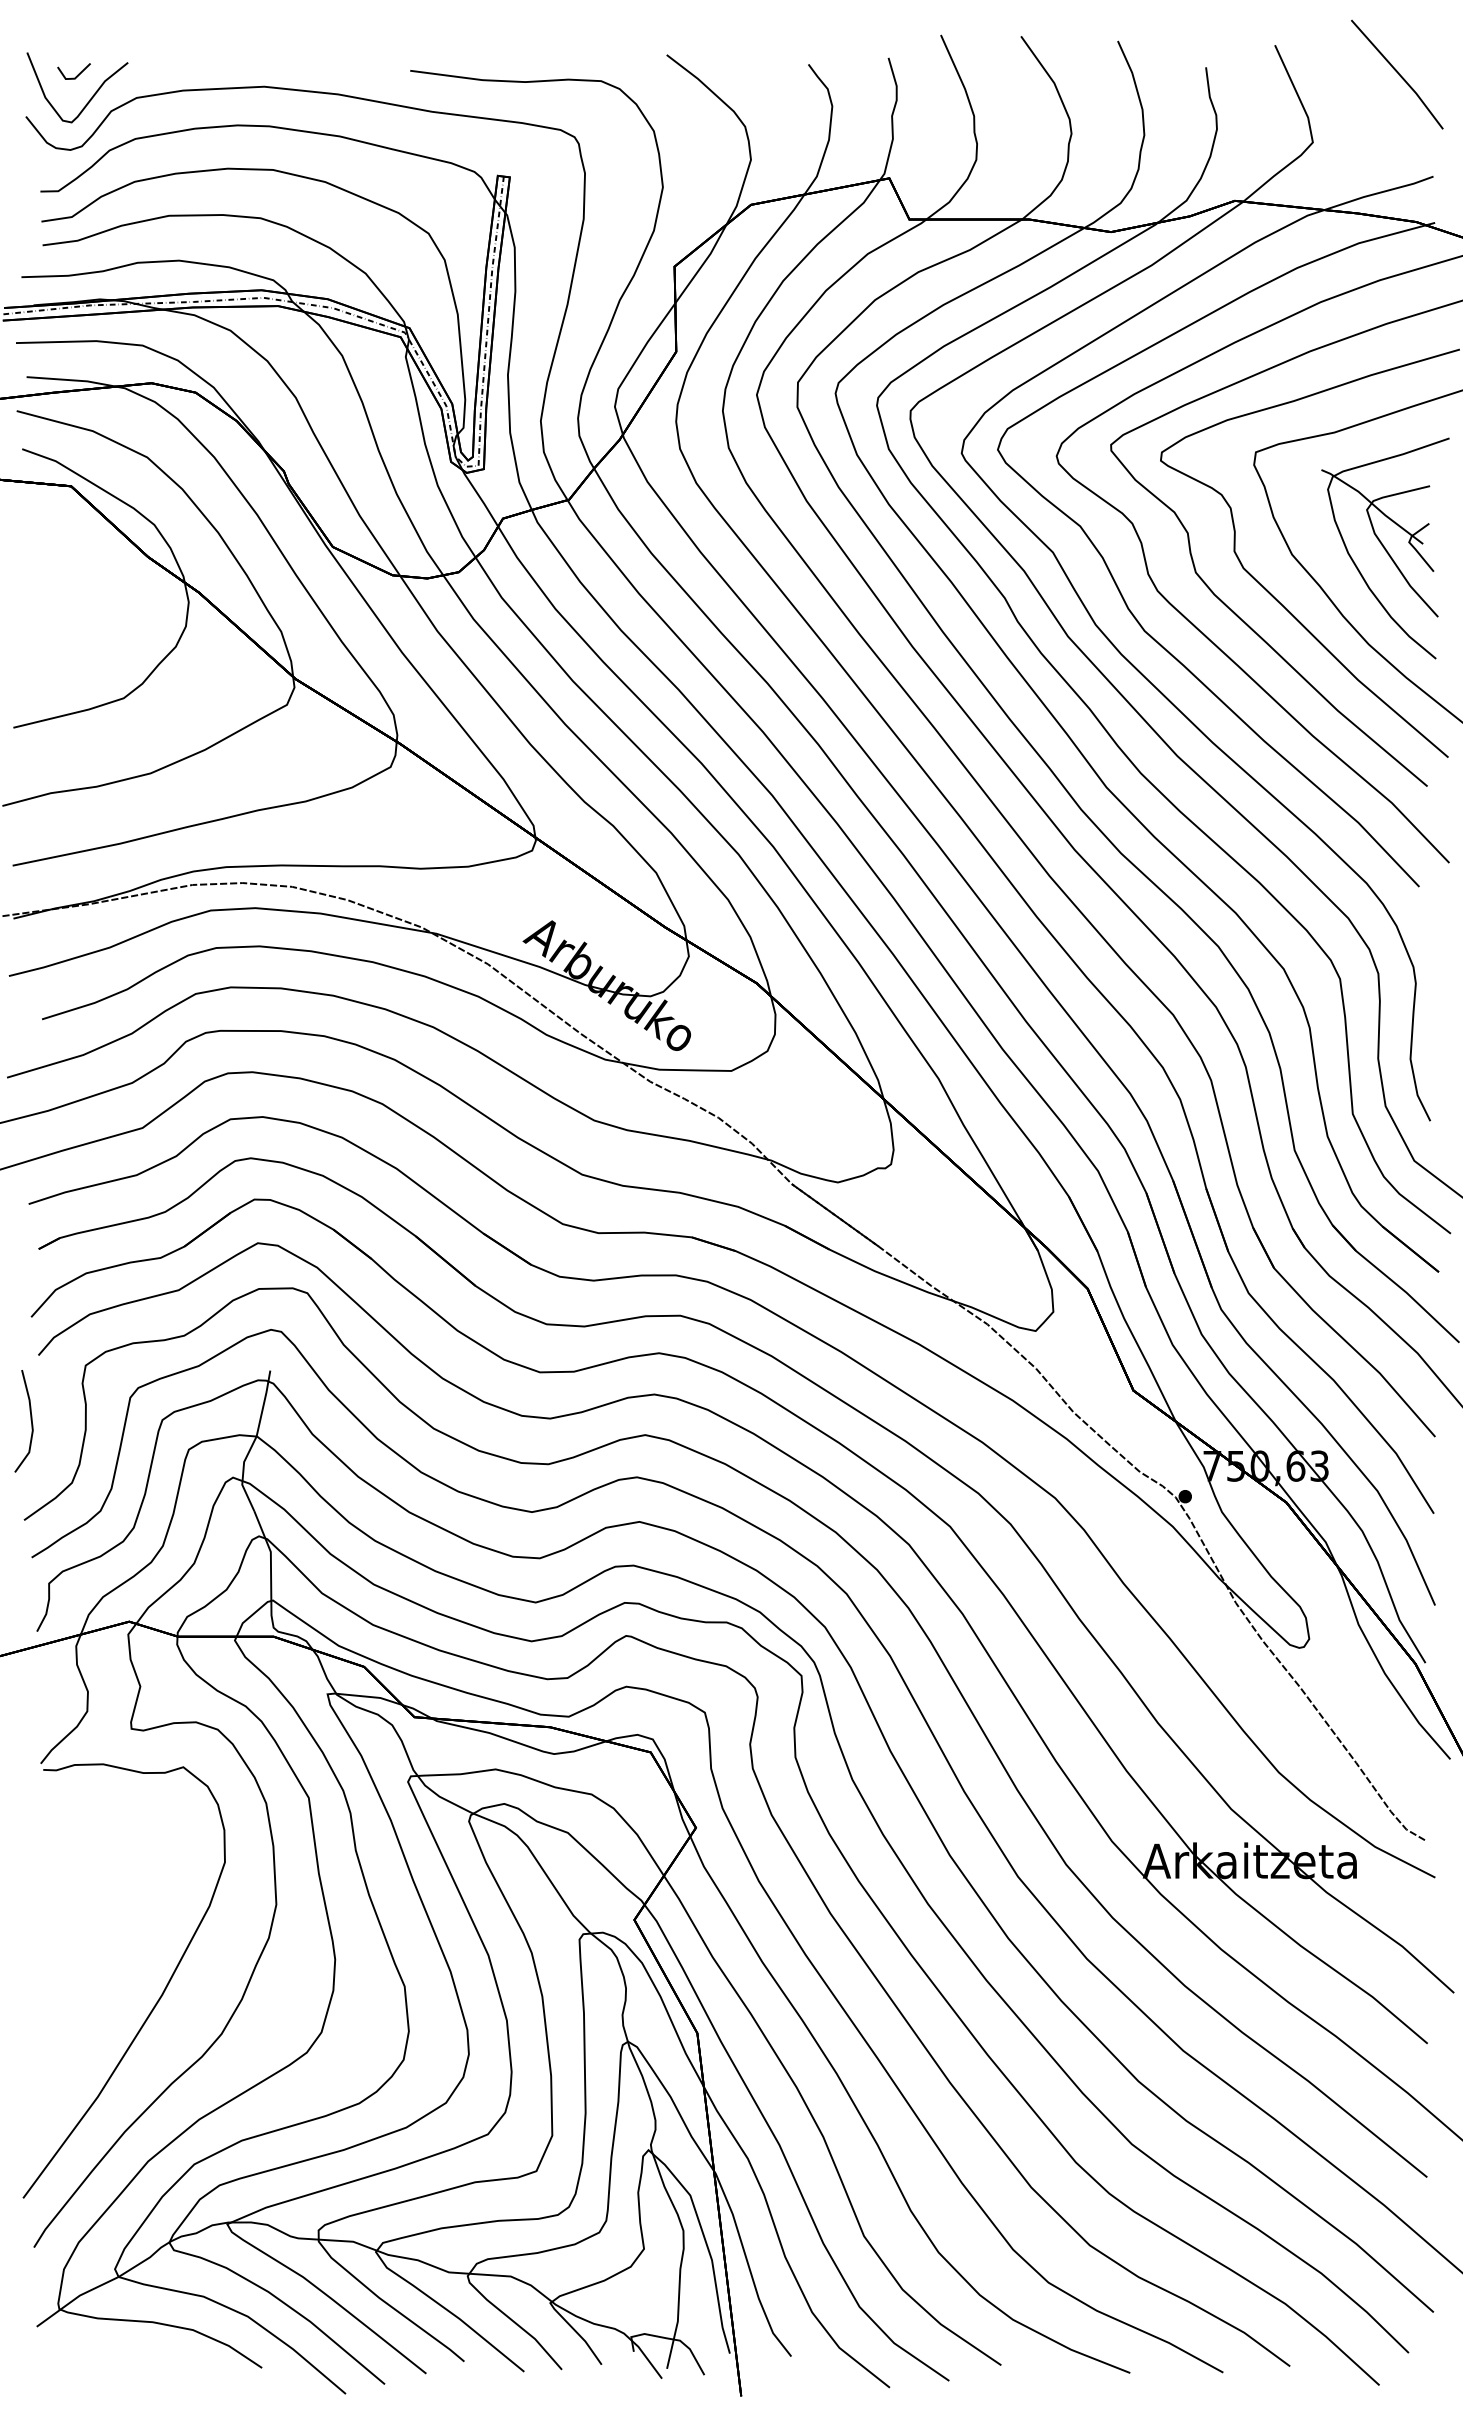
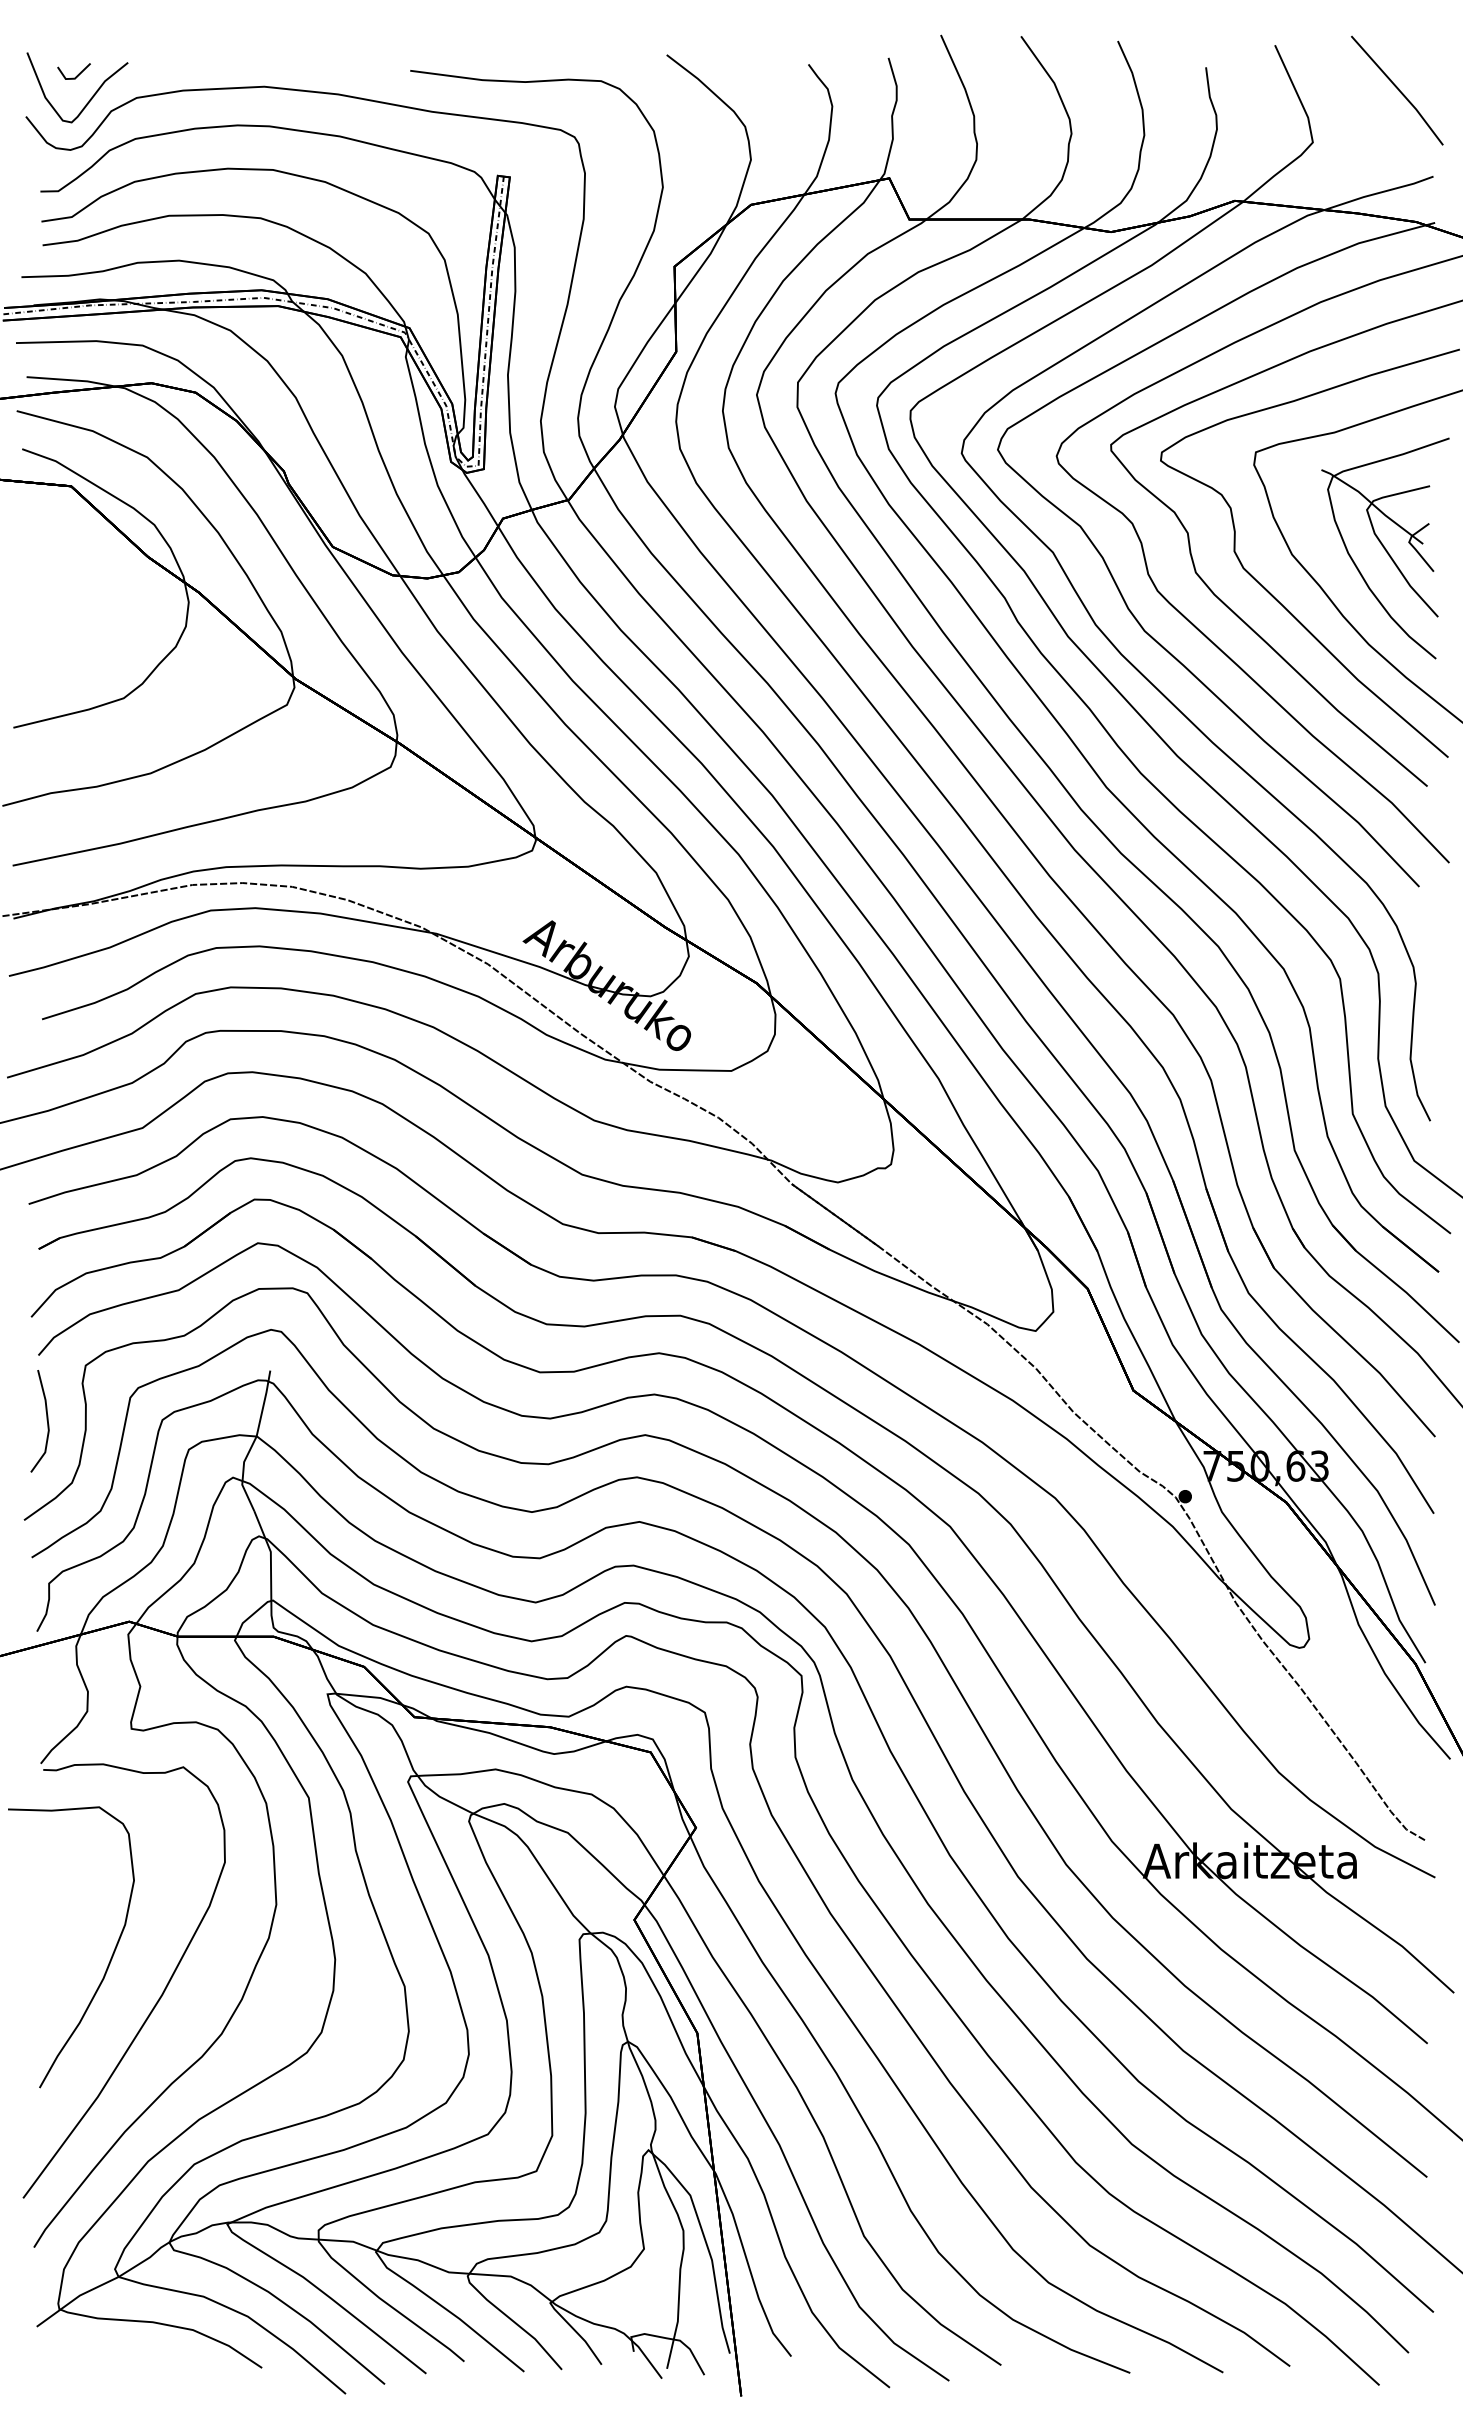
line at (1397, 73) position: (1397, 73) -> (1397, 89)
line at (30, 1420) position: (30, 1420) -> (46, 1420)
curve at (109, 1960): none -> present
